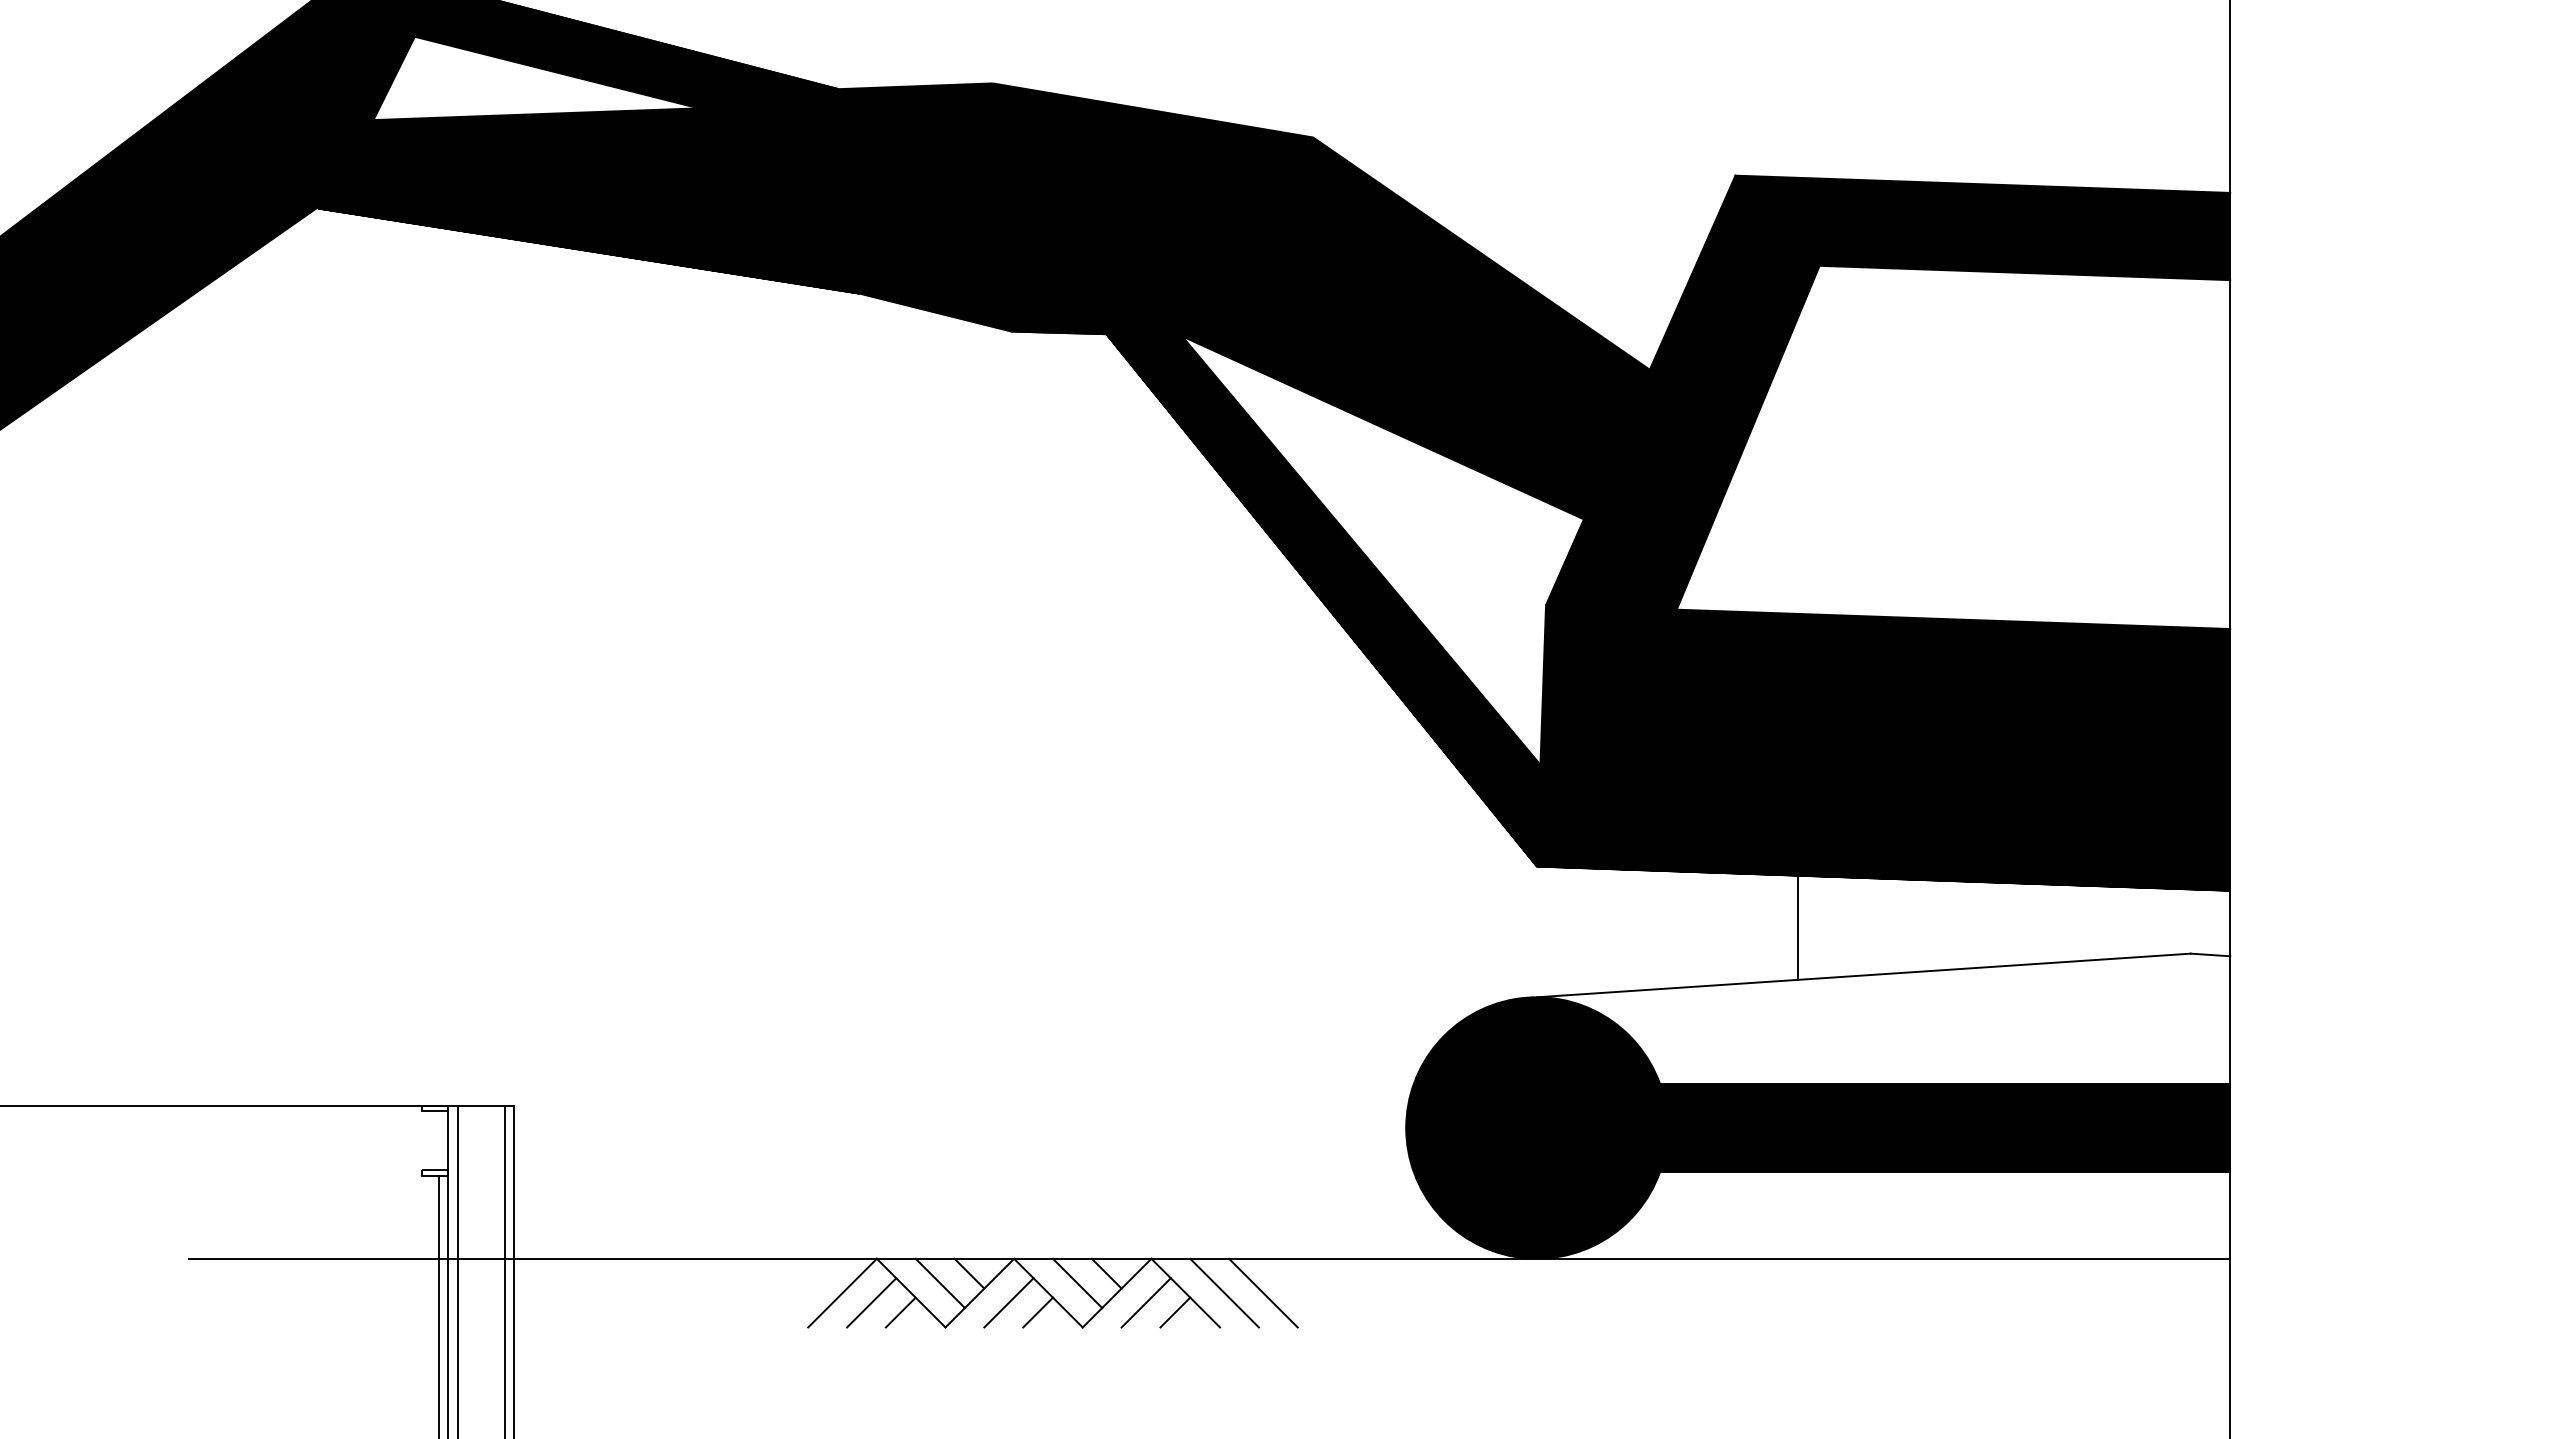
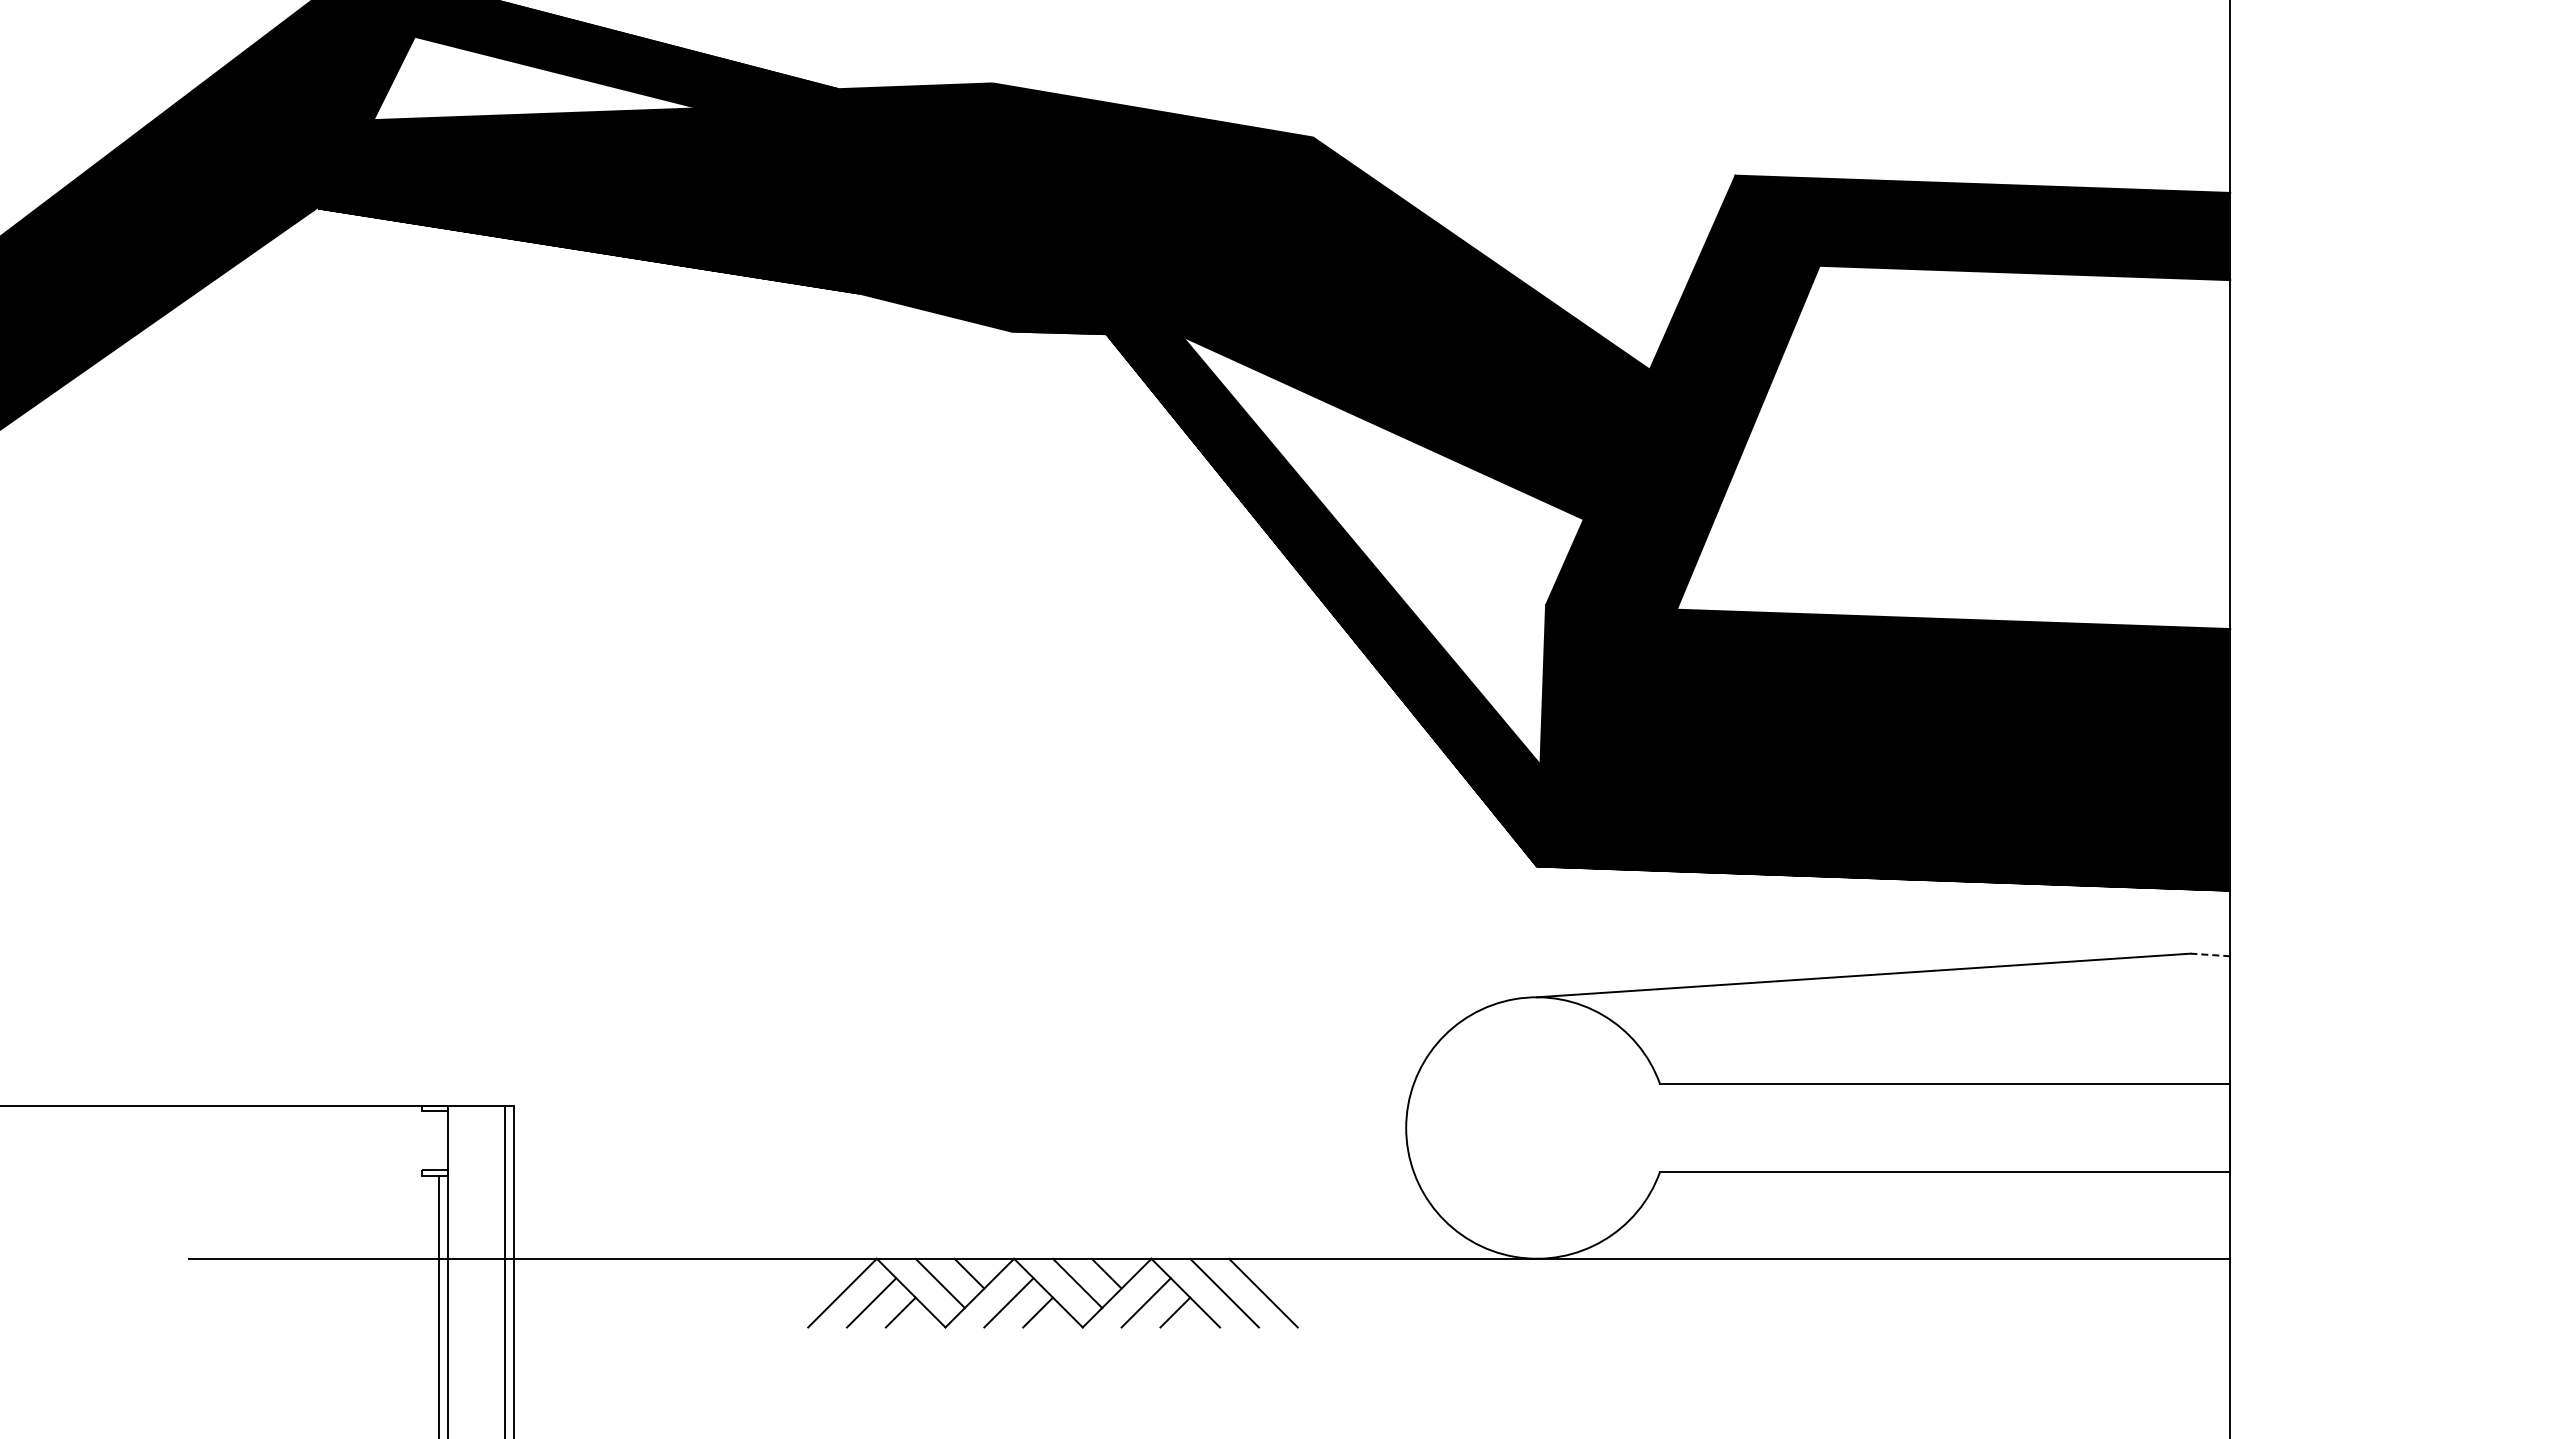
line at (1798, 927): present -> none
line at (2210, 954): solid -> dashed
fill at (1818, 1127): present -> none
line at (457, 1270): present -> none
